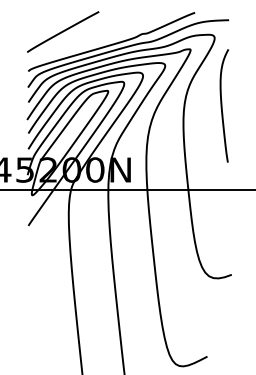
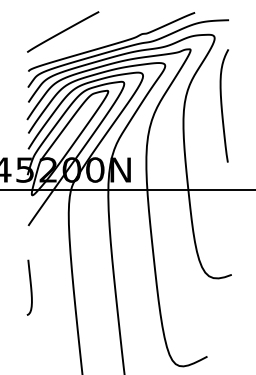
curve at (30, 287): none -> present
